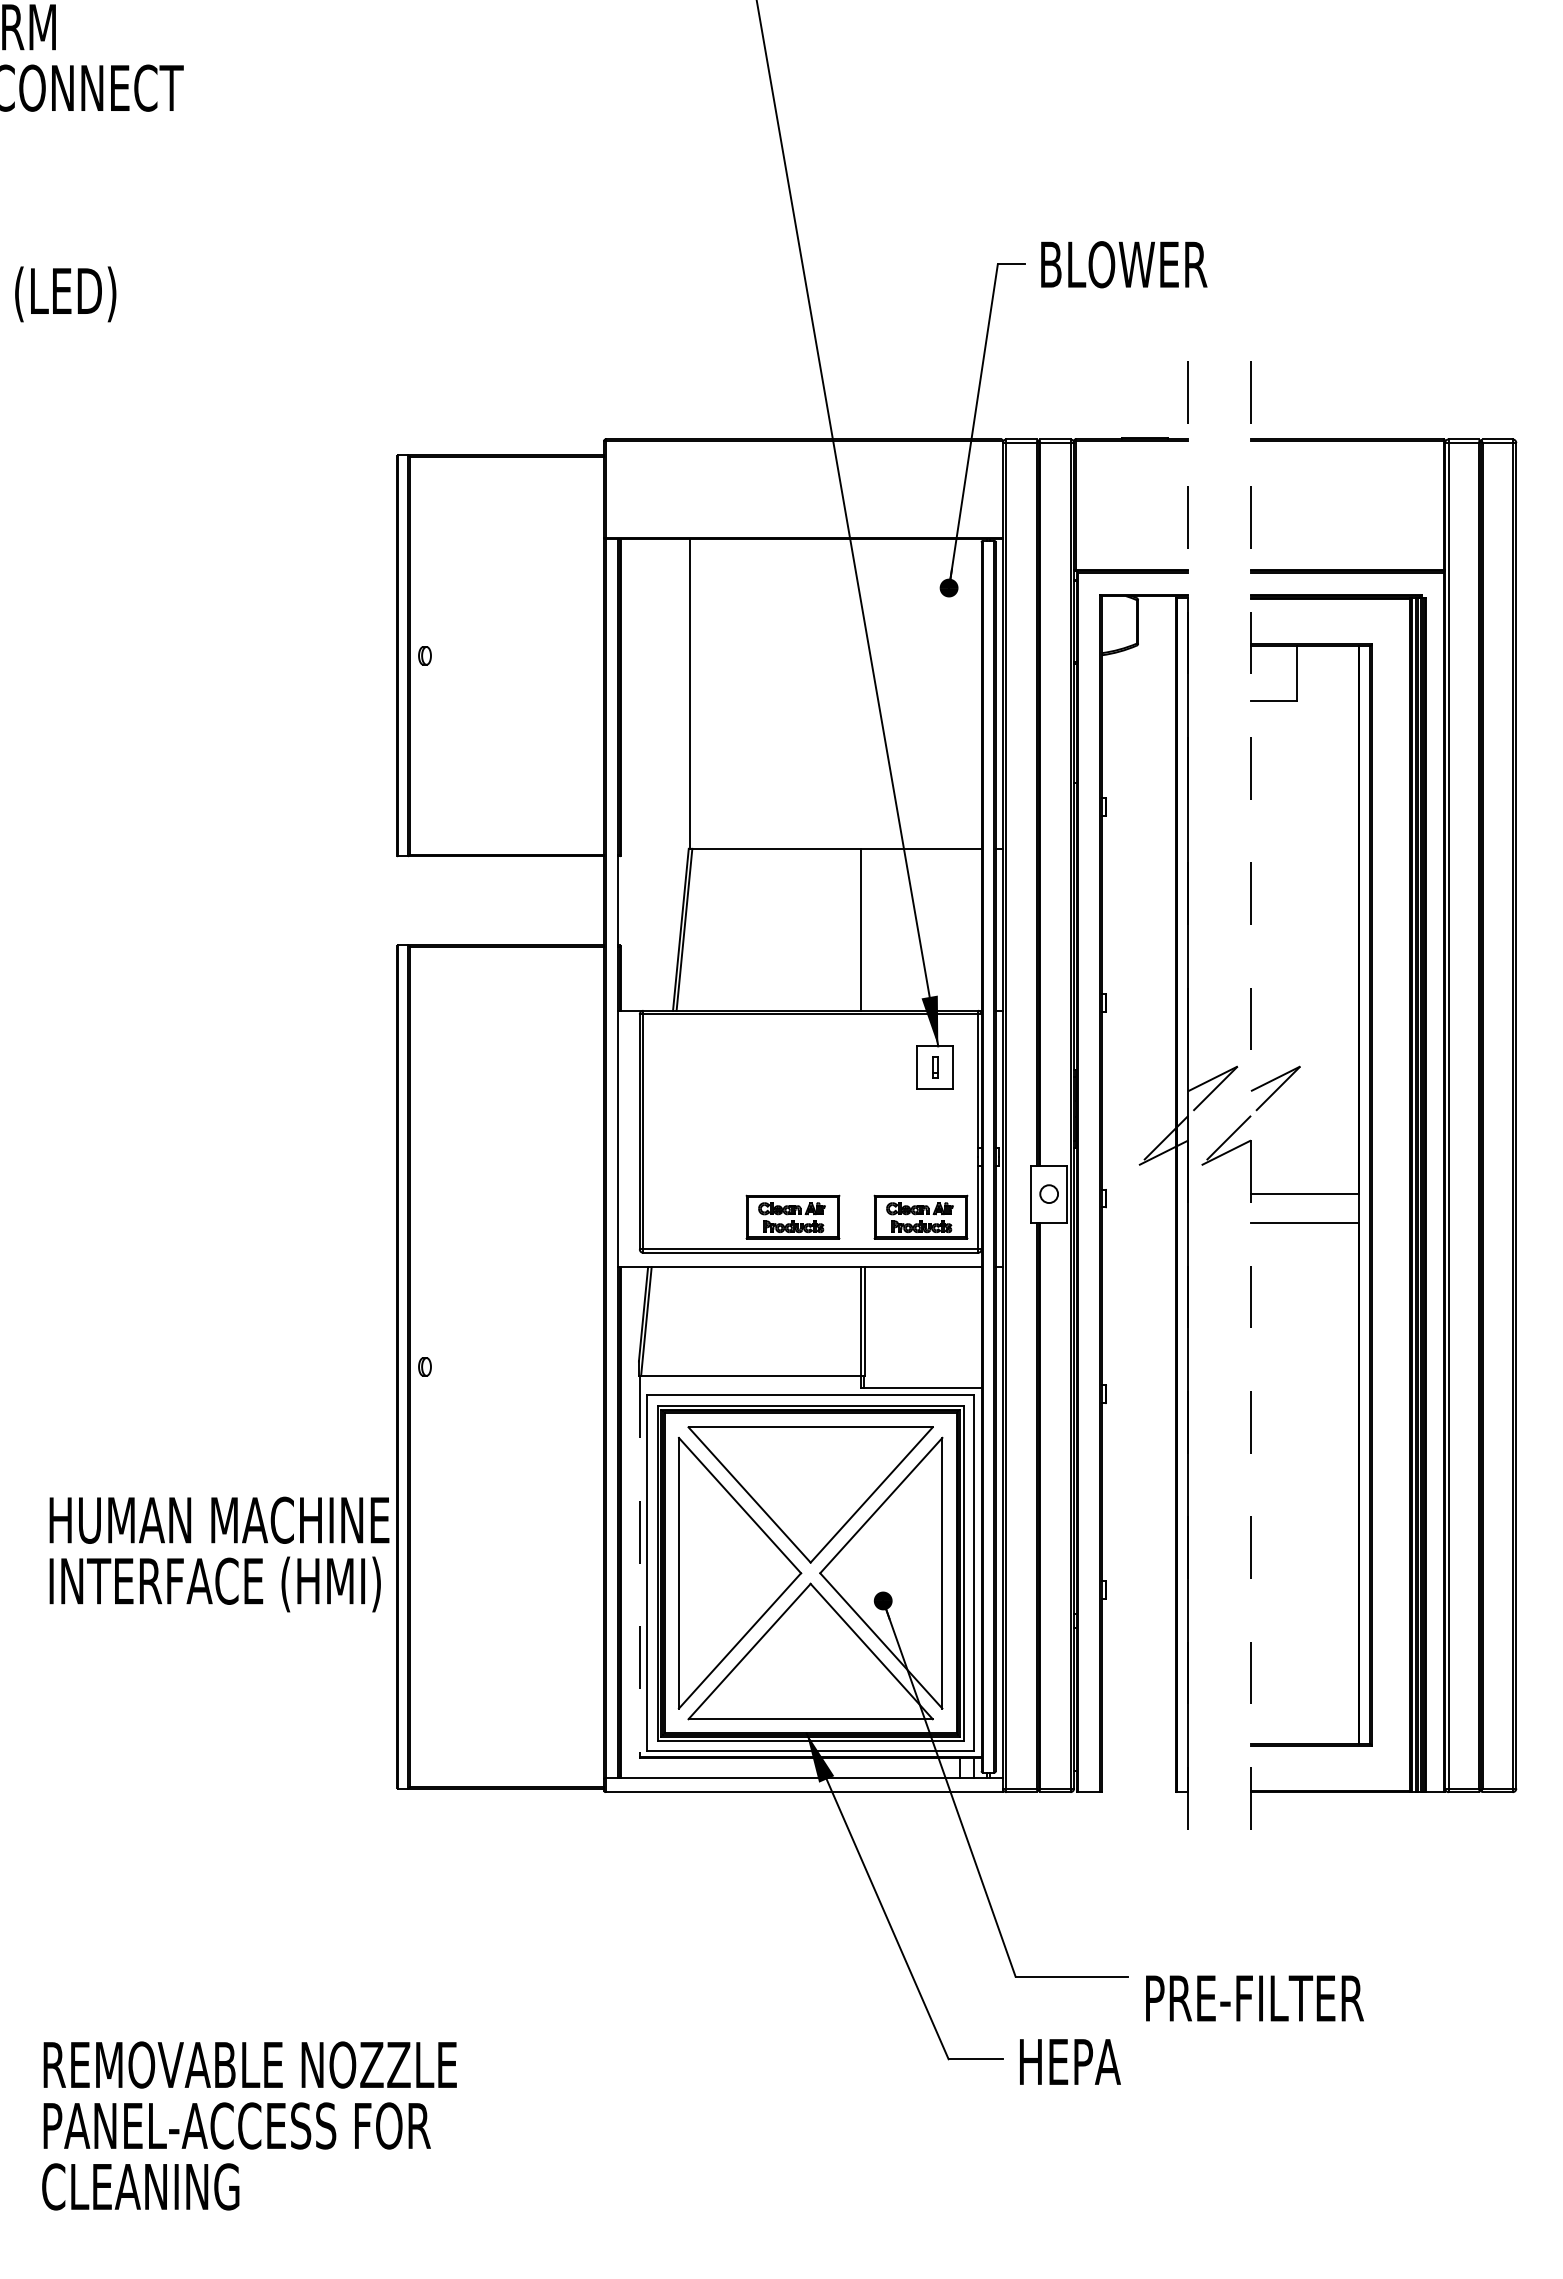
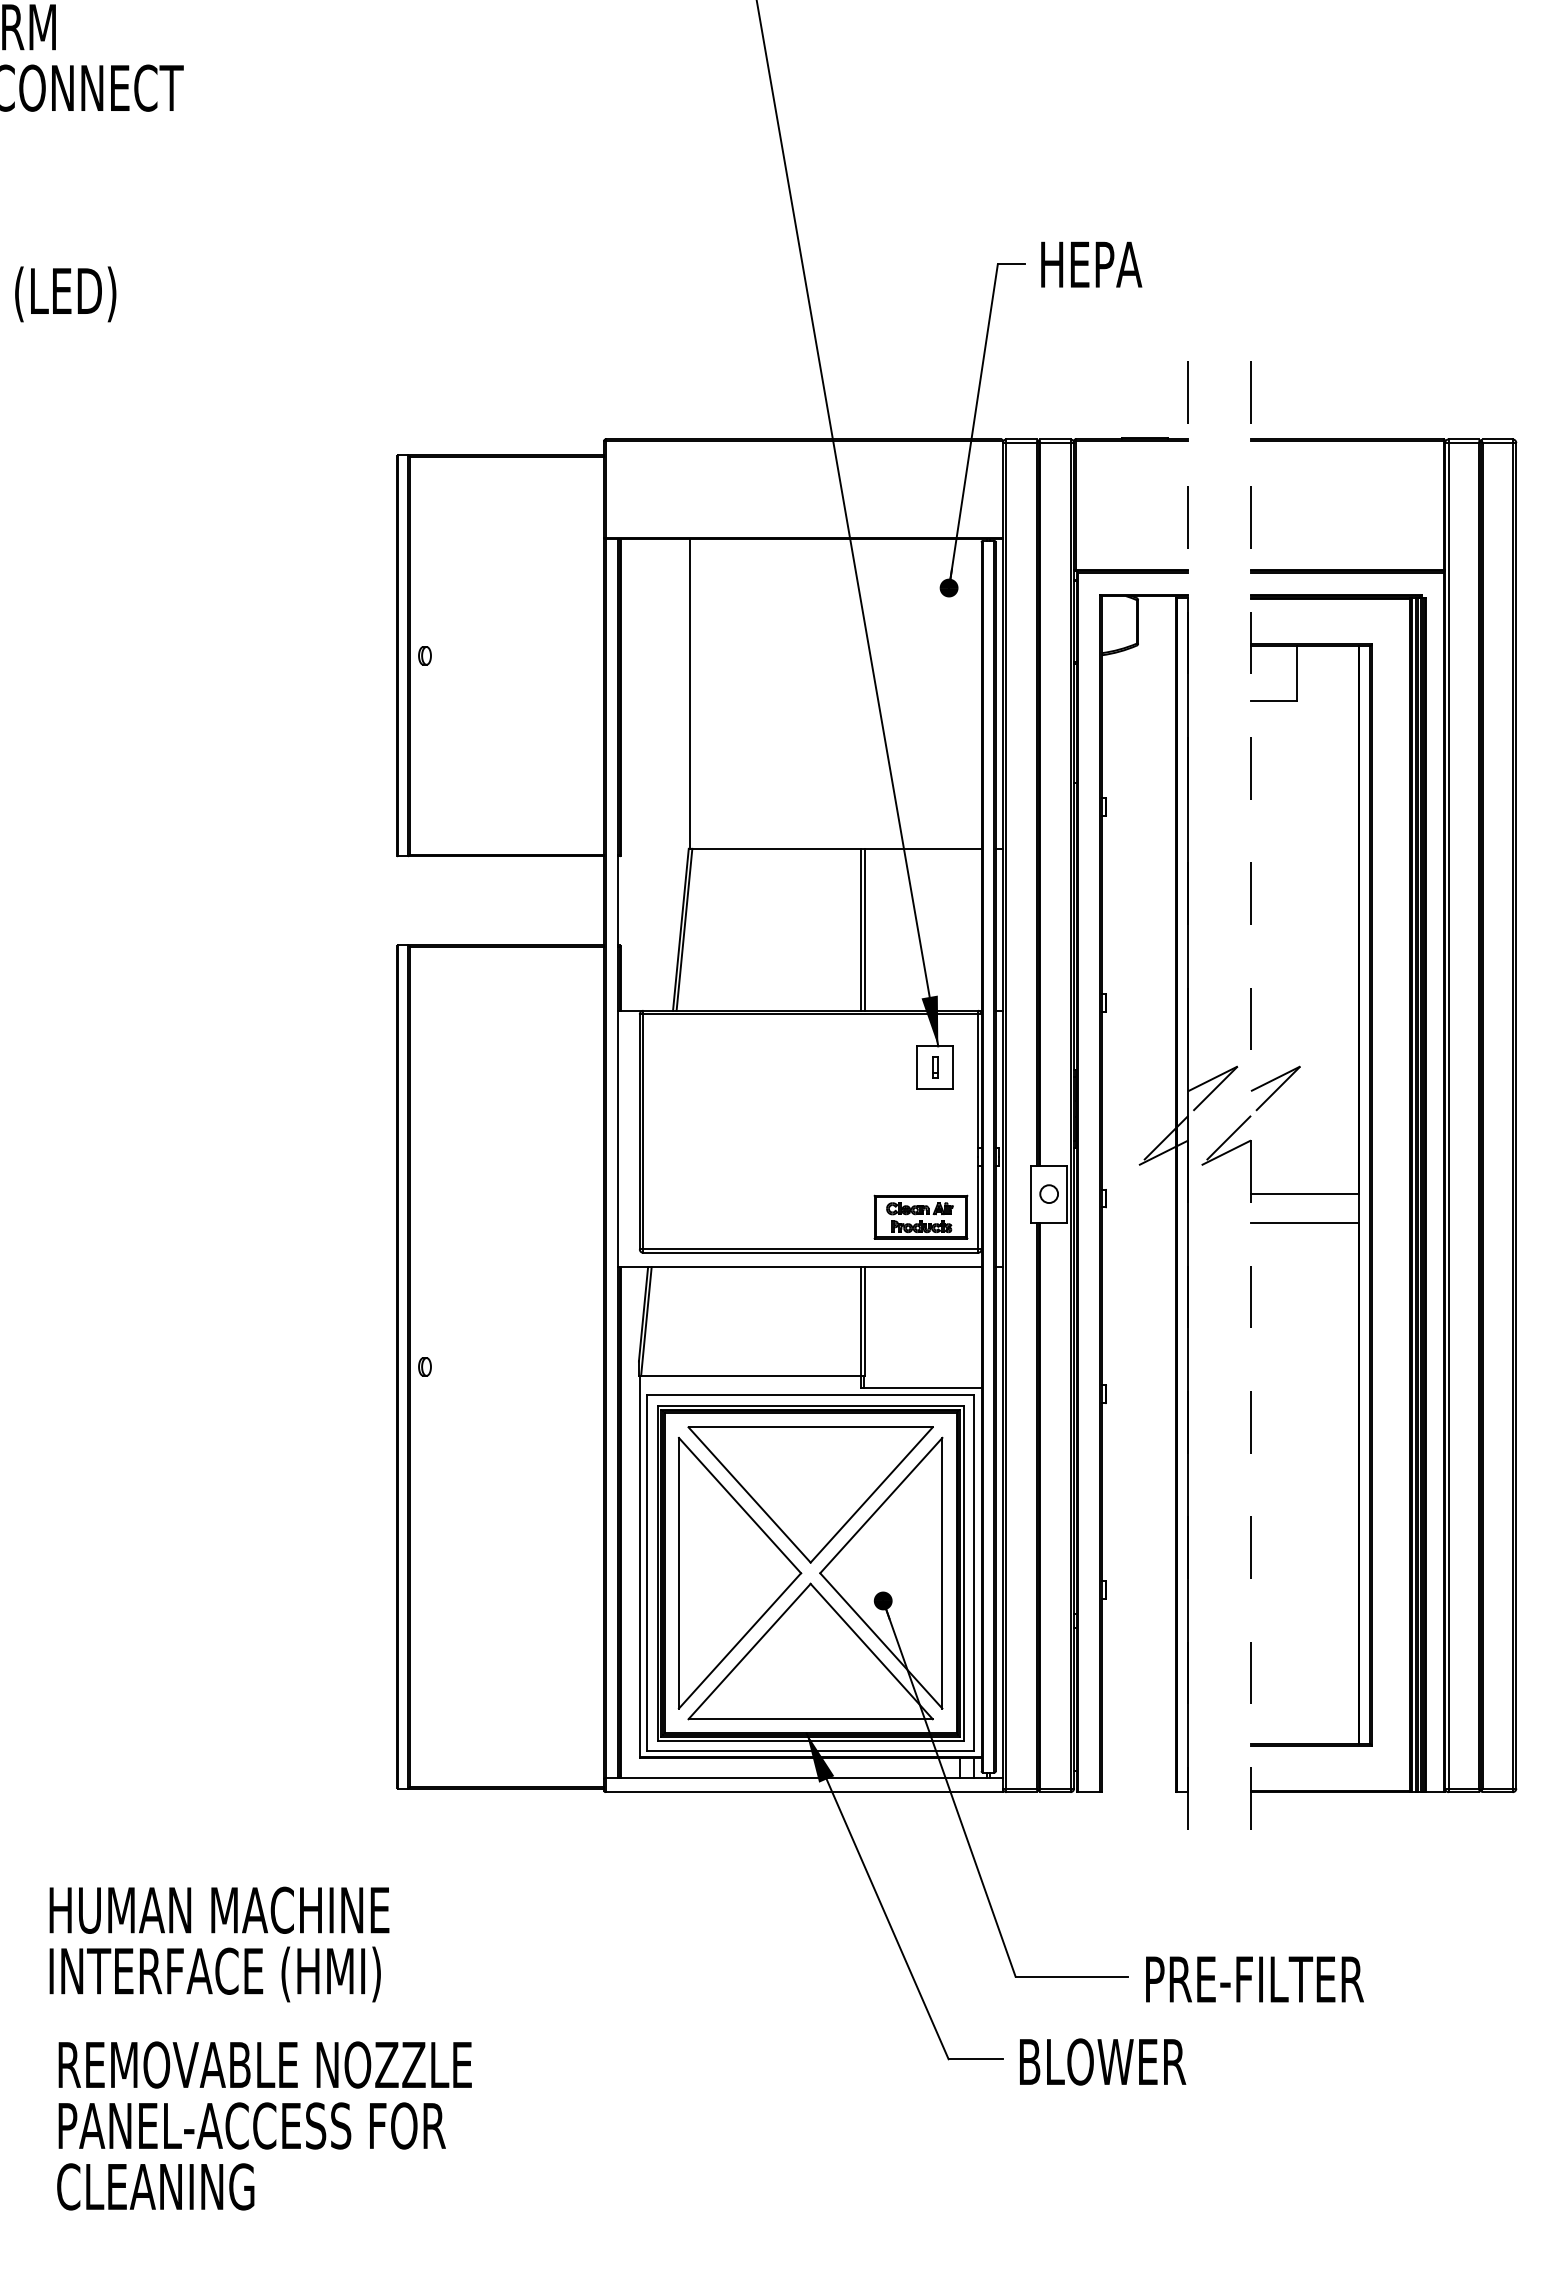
text at (1126, 264): BLOWER -> HEPA
line at (864, 929): none -> present
part at (792, 1216): present -> none
text at (219, 1554) position: (219, 1554) -> (219, 1944)
line at (639, 1566): dashed -> solid
text at (1254, 1998) position: (1254, 1998) -> (1254, 1979)
text at (1104, 2061): HEPA -> BLOWER
text at (249, 2125) position: (249, 2125) -> (264, 2125)
